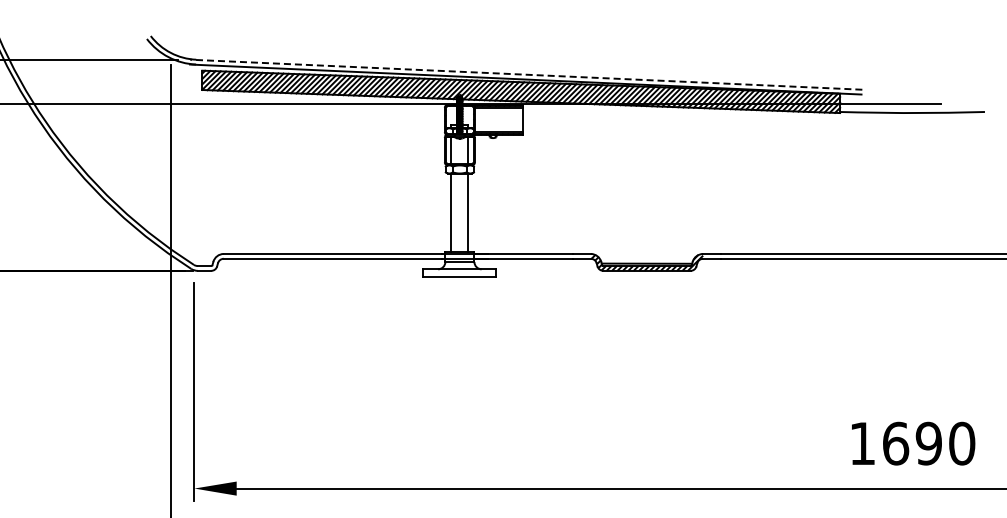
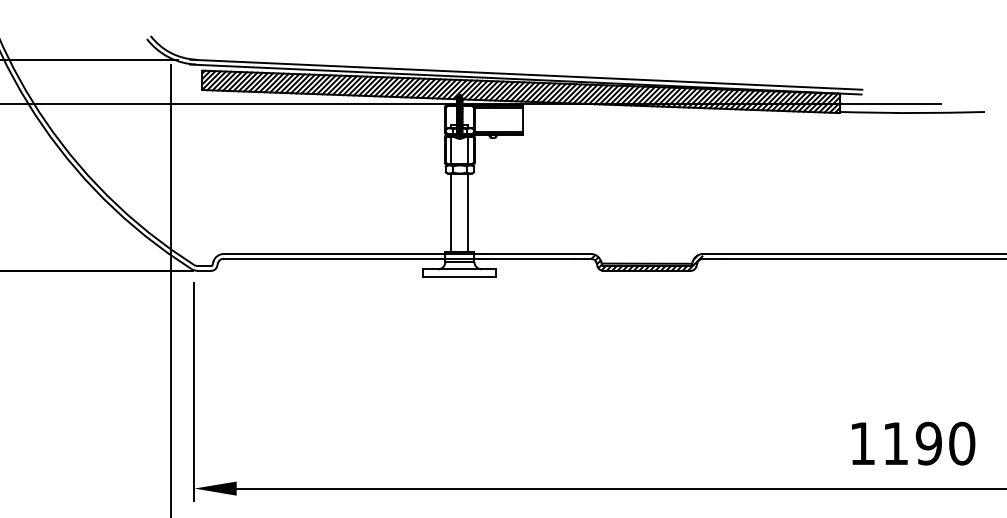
line at (525, 74): dashed -> solid
text at (896, 443): 1690 -> 1190
